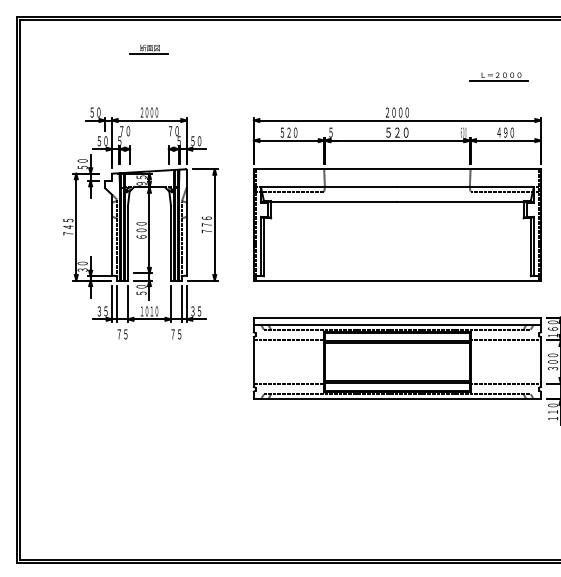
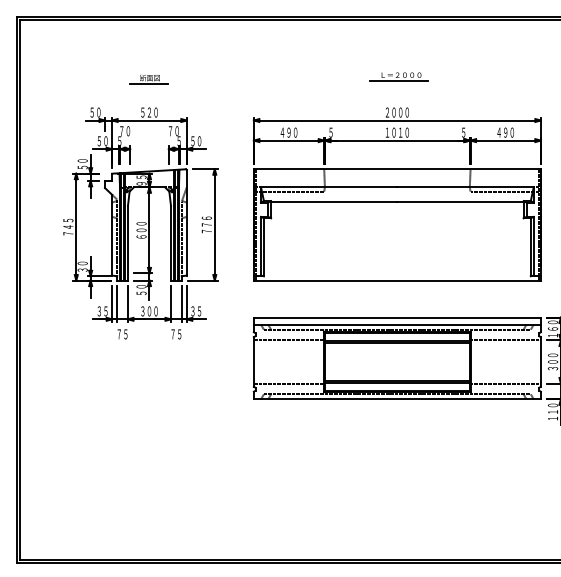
part at (148, 49) position: (148, 49) -> (148, 79)
part at (498, 76) position: (498, 76) -> (398, 76)
text at (149, 112): ２０００ -> ５２０
text at (285, 132): ５２０ -> ４９０
text at (396, 132): ５２０ -> １０１０
text at (463, 132): ６００ -> ５
text at (149, 311): １０１０ -> ３００
